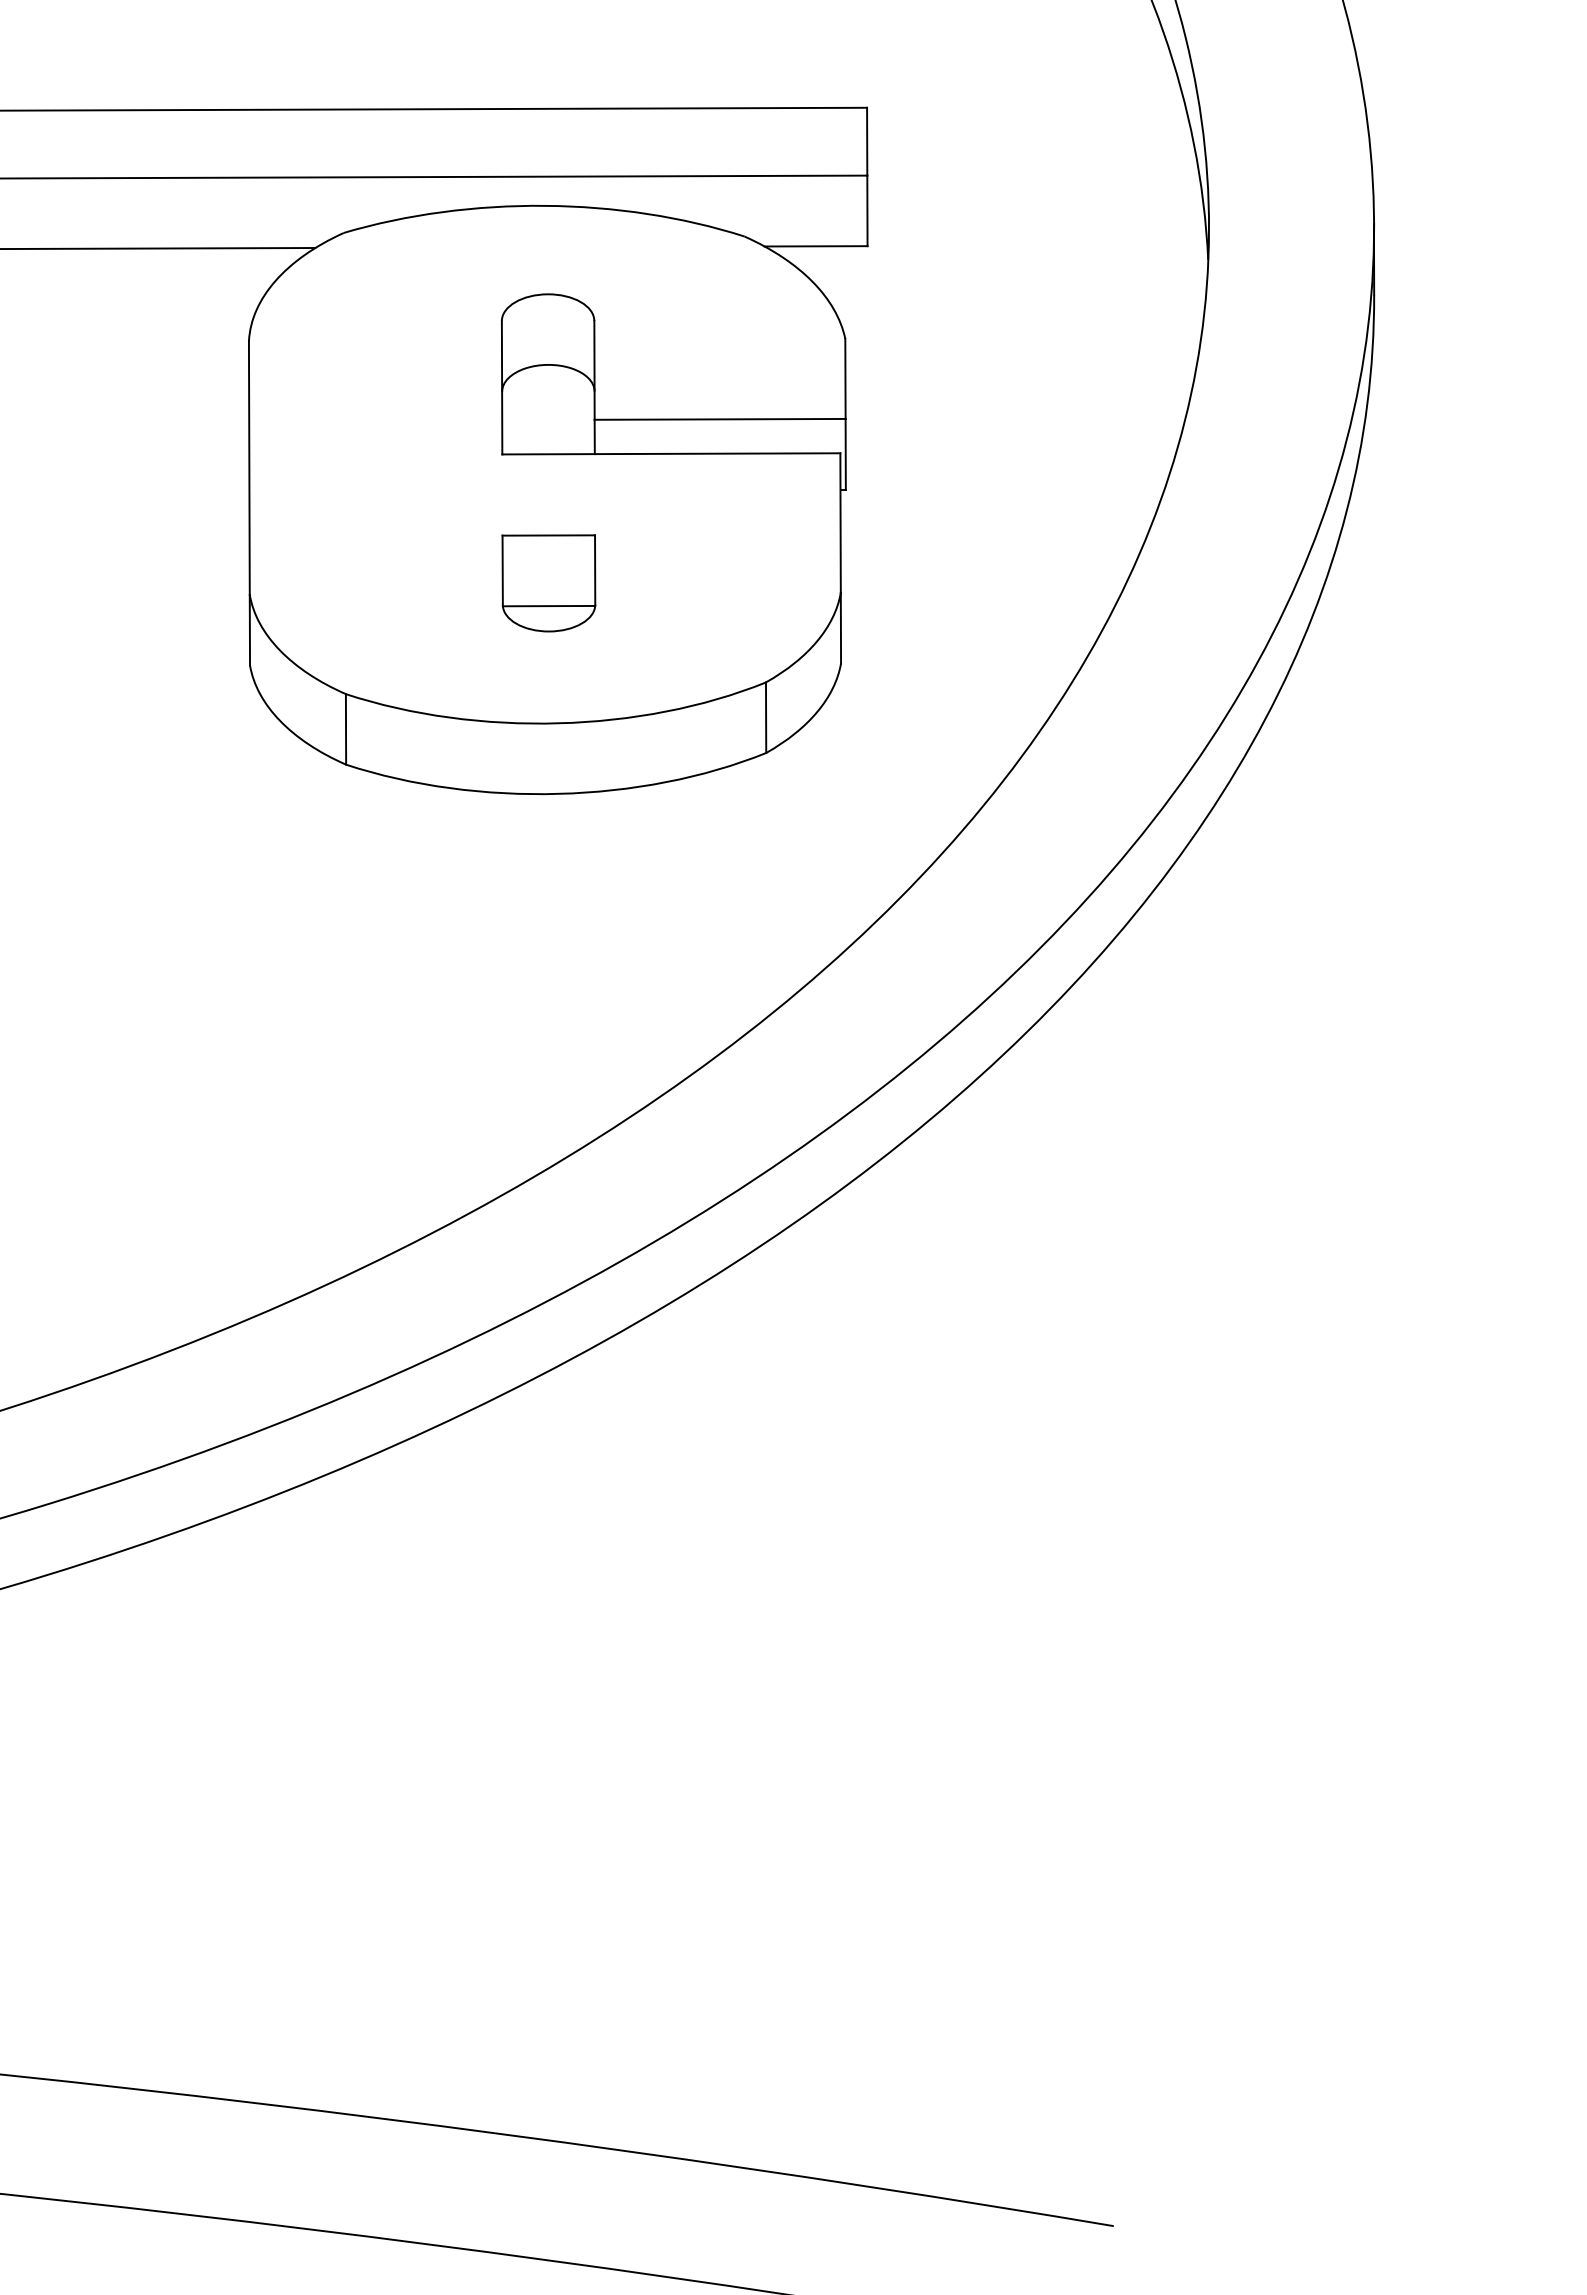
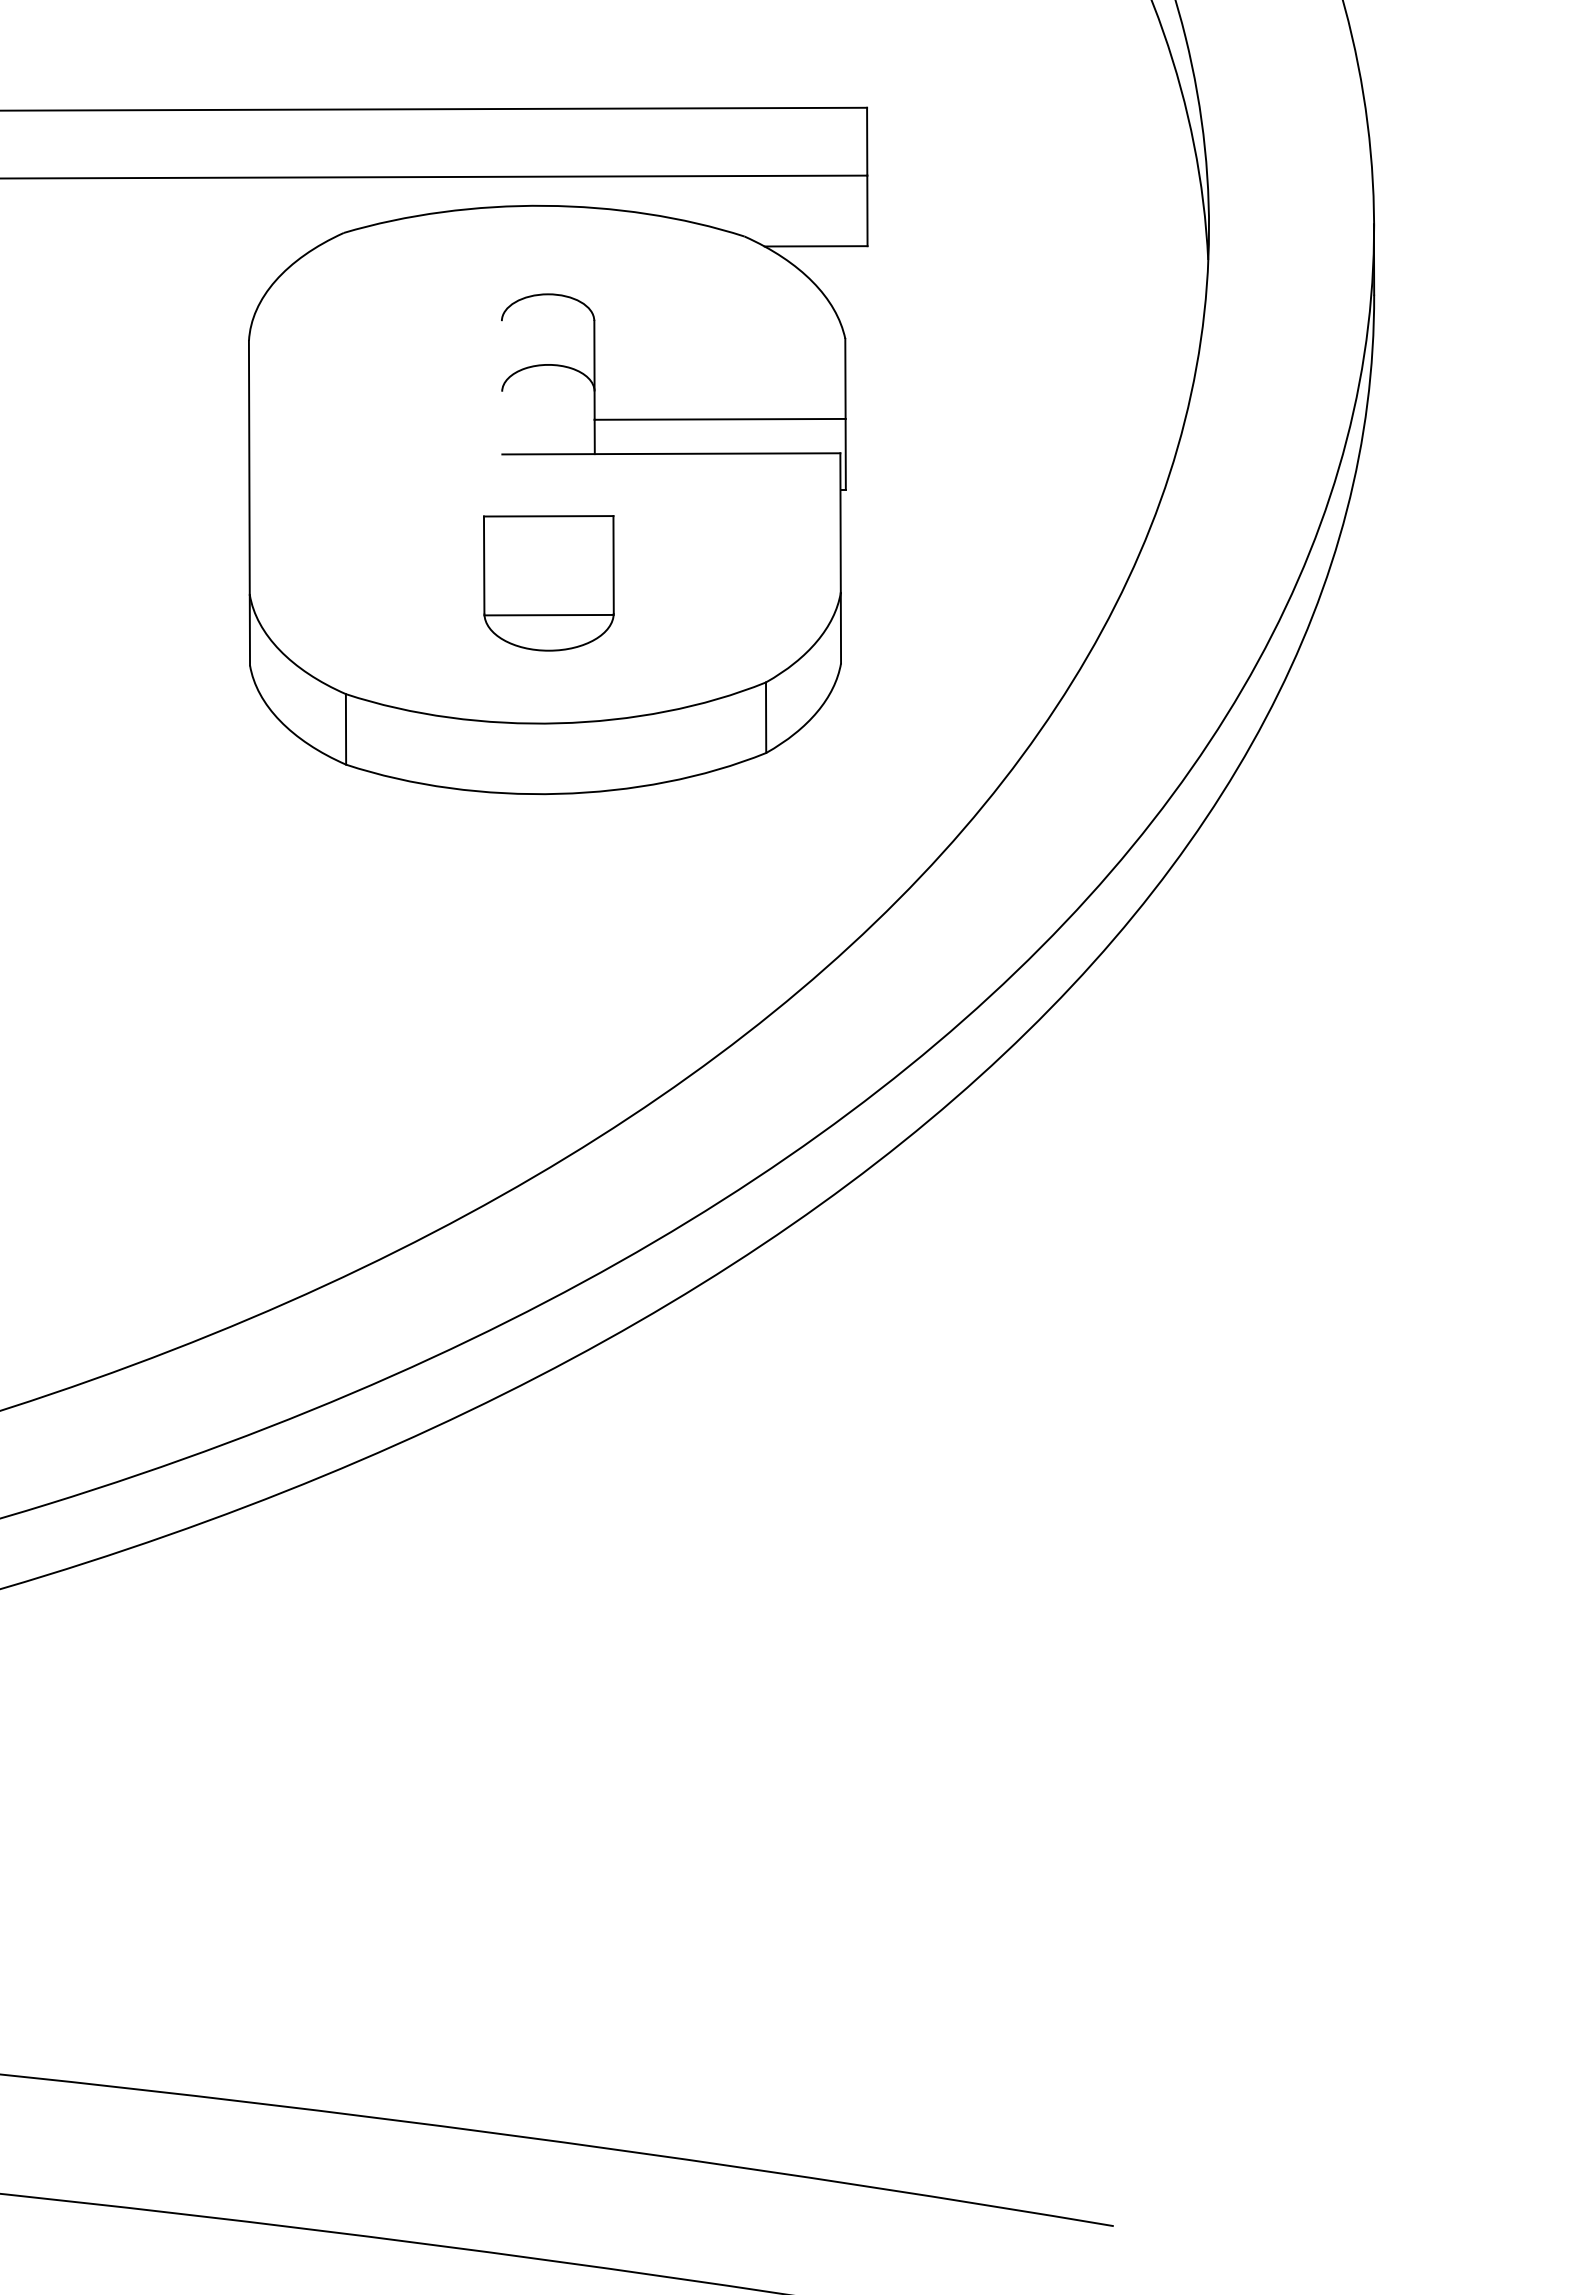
line at (158, 248): present -> none
line at (501, 387): present -> none
part at (548, 583) size: 96x99 px -> 132x137 px
